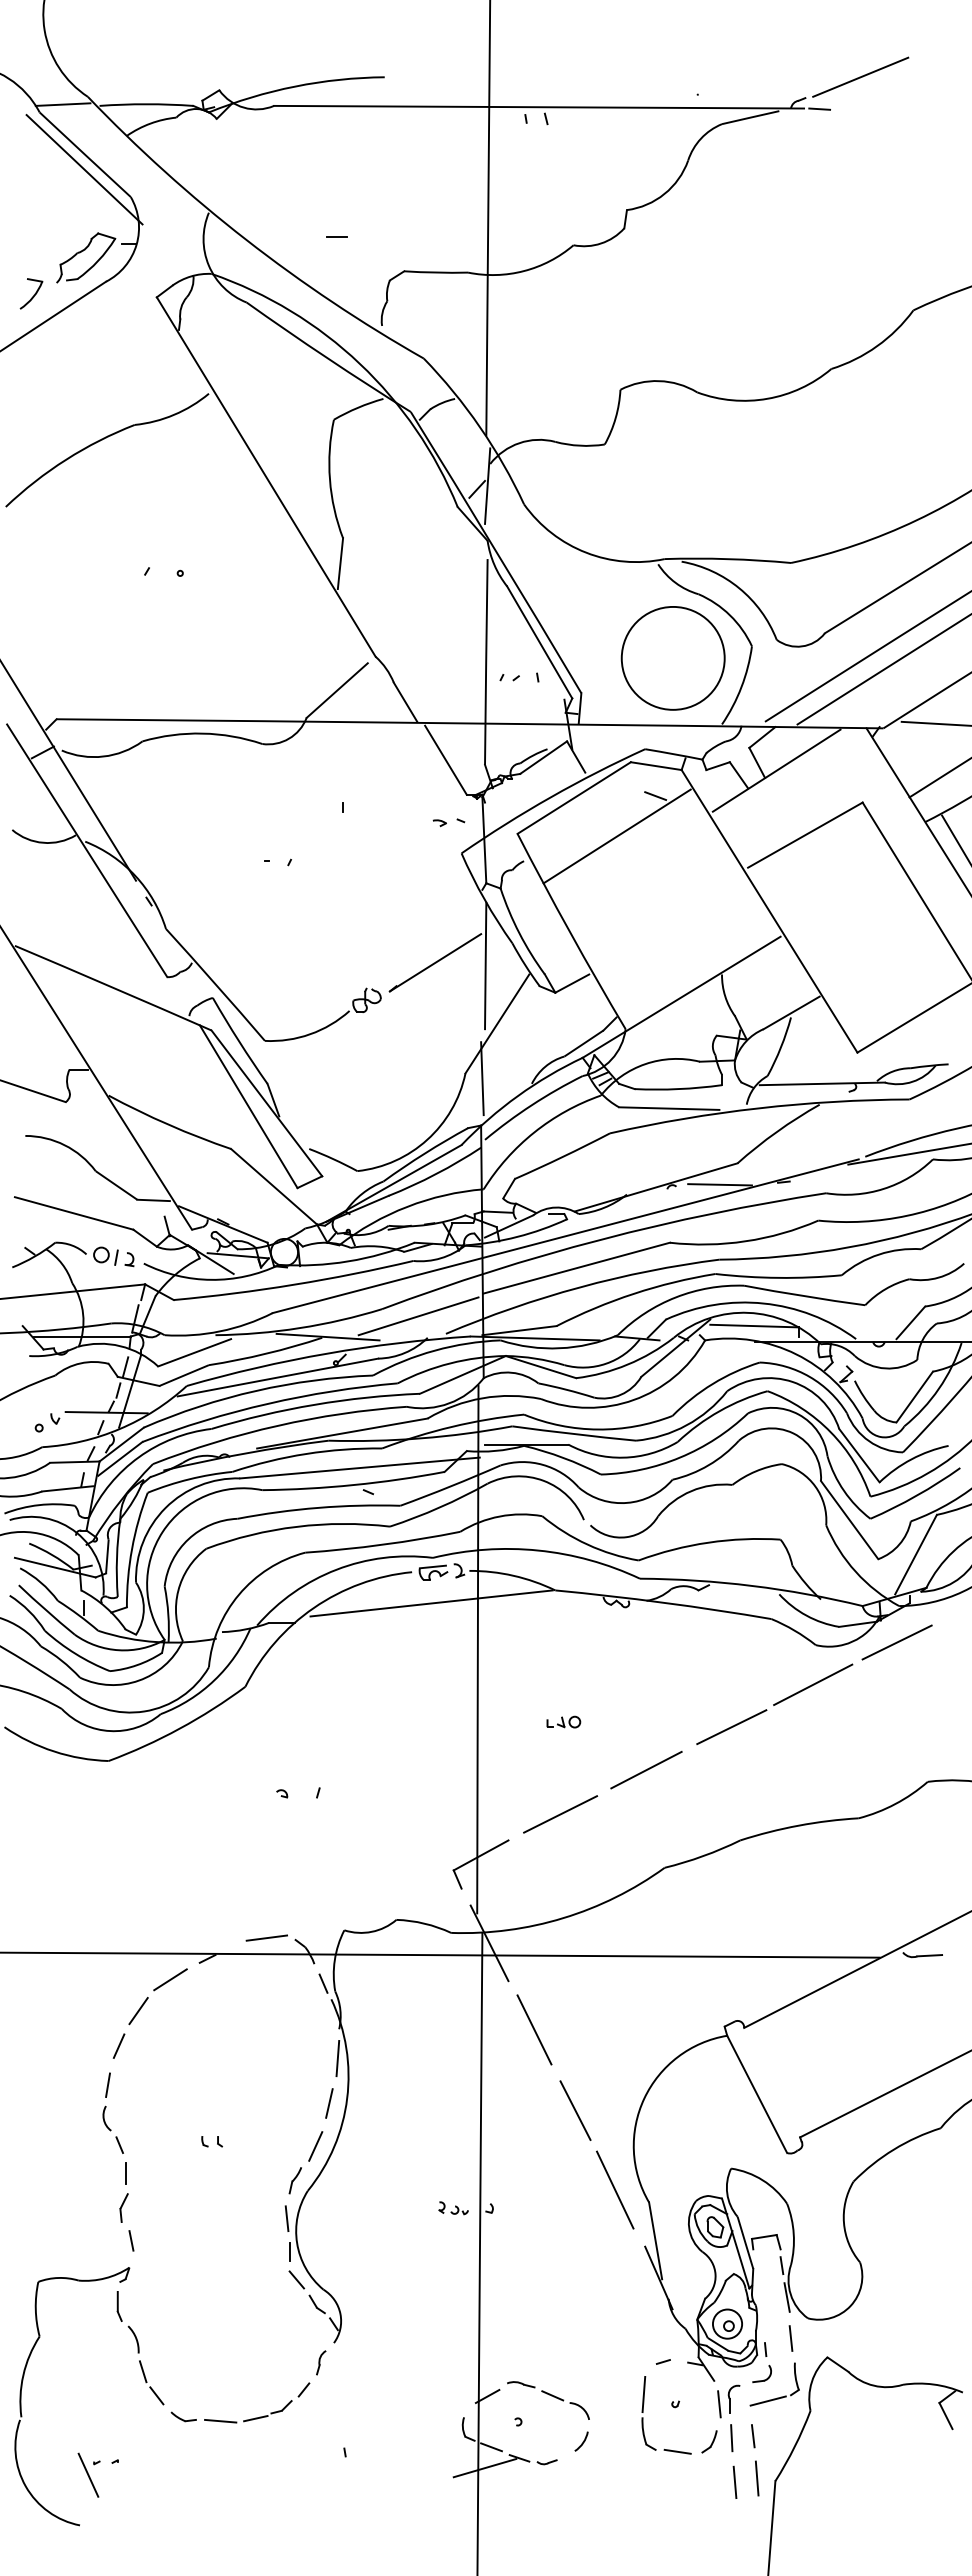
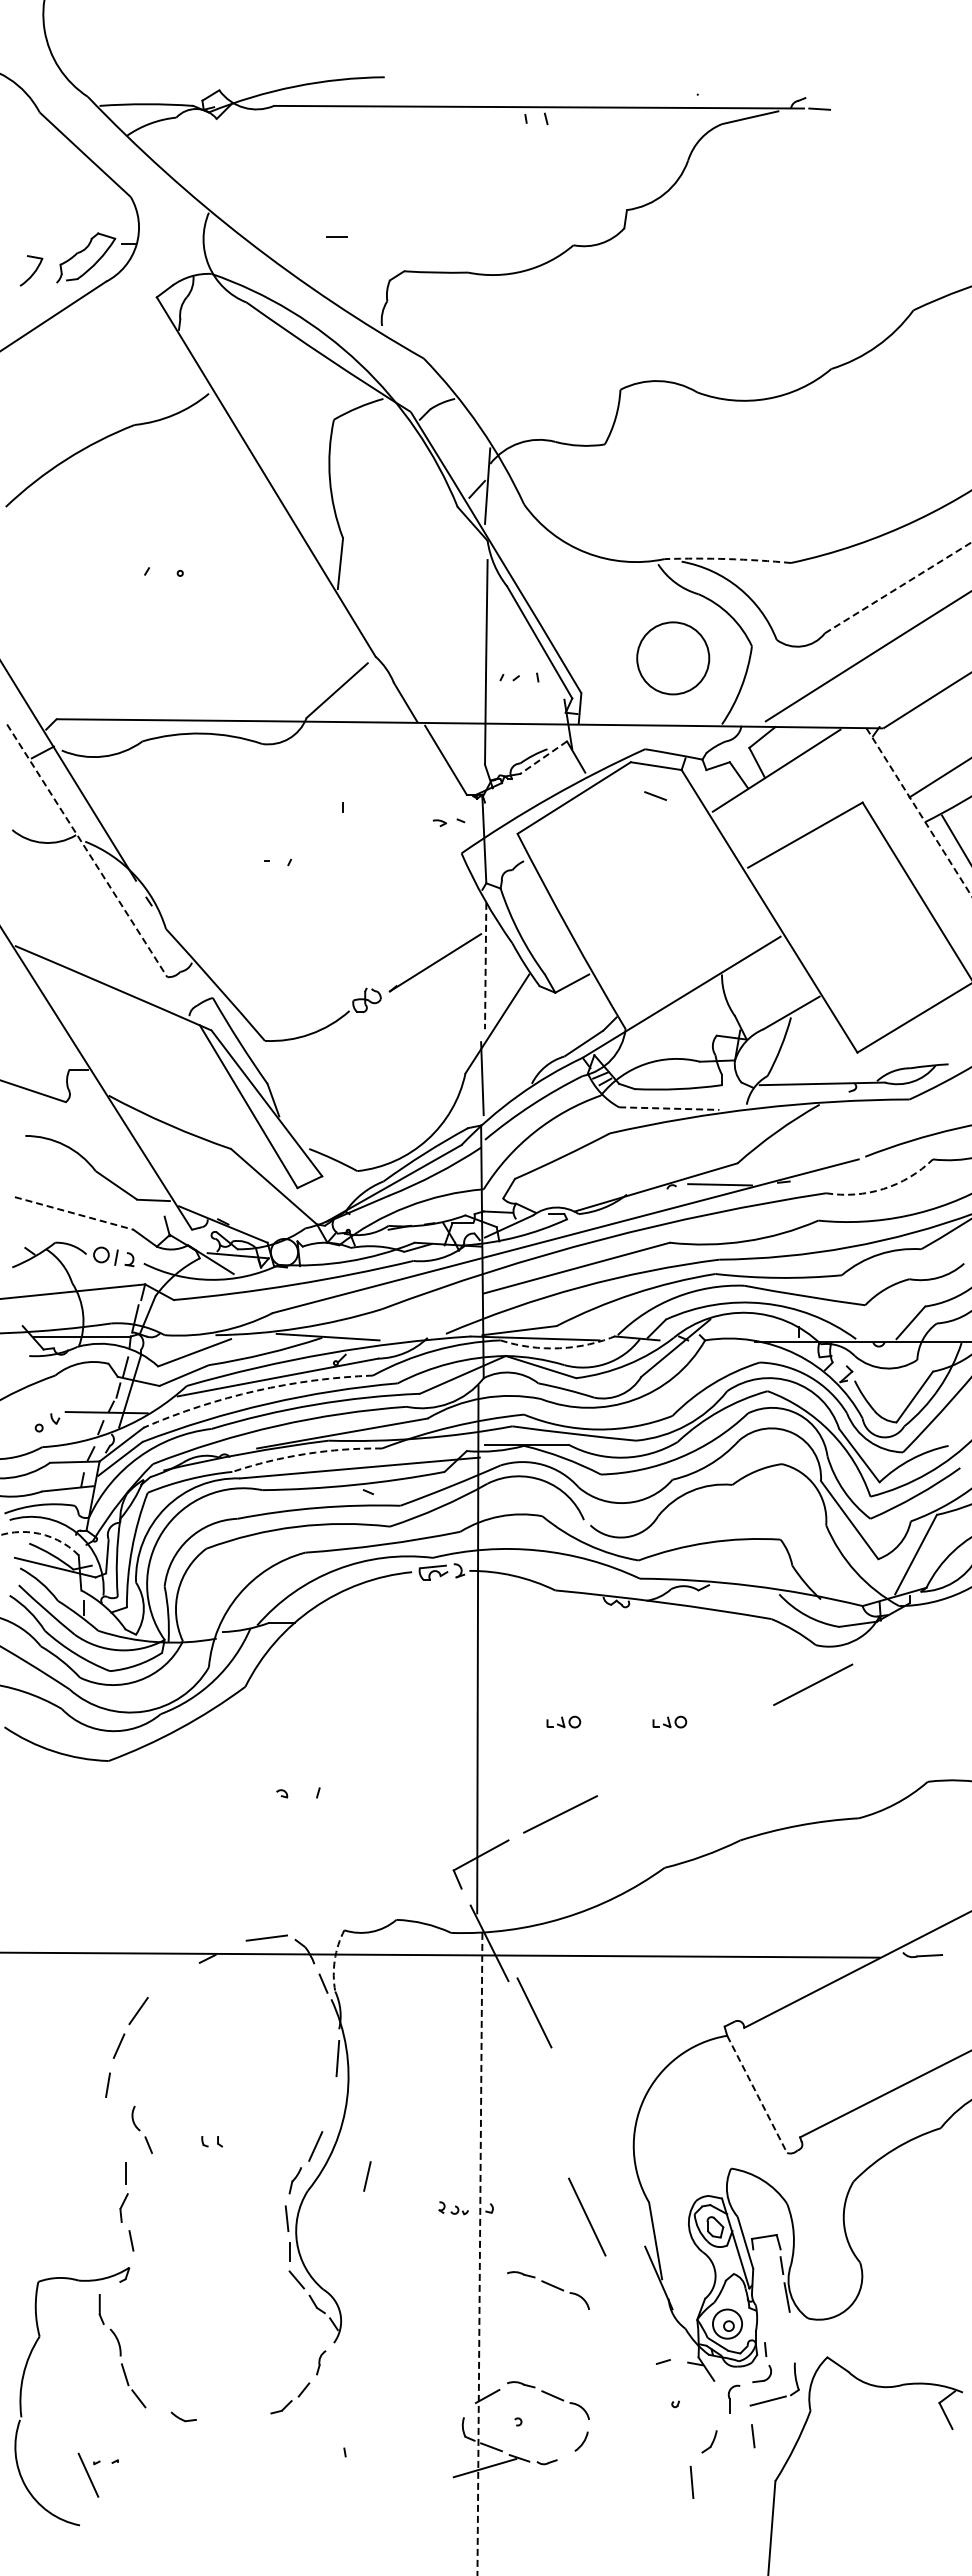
line at (860, 76): present -> none
line at (62, 104): present -> none
line at (84, 169): present -> none
line at (488, 218): present -> none
part at (31, 293) position: (31, 293) -> (31, 270)
arc at (727, 559): solid -> dashed
line at (898, 587): solid -> dashed
circle at (672, 657) diameter: 103 px -> 72 px
line at (882, 670): present -> none
line at (934, 723): present -> none
line at (543, 757): solid -> dashed
line at (919, 812): solid -> dashed
line at (616, 836): present -> none
line at (87, 850): solid -> dashed
line at (485, 966): solid -> dashed
line at (669, 1108): solid -> dashed
line at (908, 1154): present -> none
arc at (883, 1188): solid -> dashed
line at (74, 1213): solid -> dashed
line at (418, 1316): present -> none
line at (754, 1325): present -> none
arc at (559, 1348): solid -> dashed
arc at (256, 1390): solid -> dashed
arc at (306, 1453): solid -> dashed
arc at (41, 1534): solid -> dashed
line at (431, 1603): present -> none
line at (896, 1642): present -> none
part at (669, 1721): none -> present
line at (731, 1727): present -> none
line at (646, 1769): present -> none
arc at (334, 1960): solid -> dashed
line at (170, 1979): present -> none
line at (534, 2029) position: (534, 2029) -> (534, 2012)
line at (757, 2094): solid -> dashed
line at (329, 2103) position: (329, 2103) -> (367, 2176)
line at (575, 2110): present -> none
part at (112, 2129) position: (112, 2129) -> (141, 2129)
line at (615, 2189) position: (615, 2189) -> (587, 2216)
line at (479, 2254): solid -> dashed
part at (548, 2290): none -> present
line at (790, 2338): present -> none
part at (140, 2348) position: (140, 2348) -> (122, 2351)
line at (719, 2404): present -> none
part at (643, 2417): present -> none
line at (255, 2418): present -> none
line at (220, 2420): present -> none
line at (731, 2438): present -> none
line at (757, 2478): present -> none
line at (734, 2481) position: (734, 2481) -> (691, 2481)
